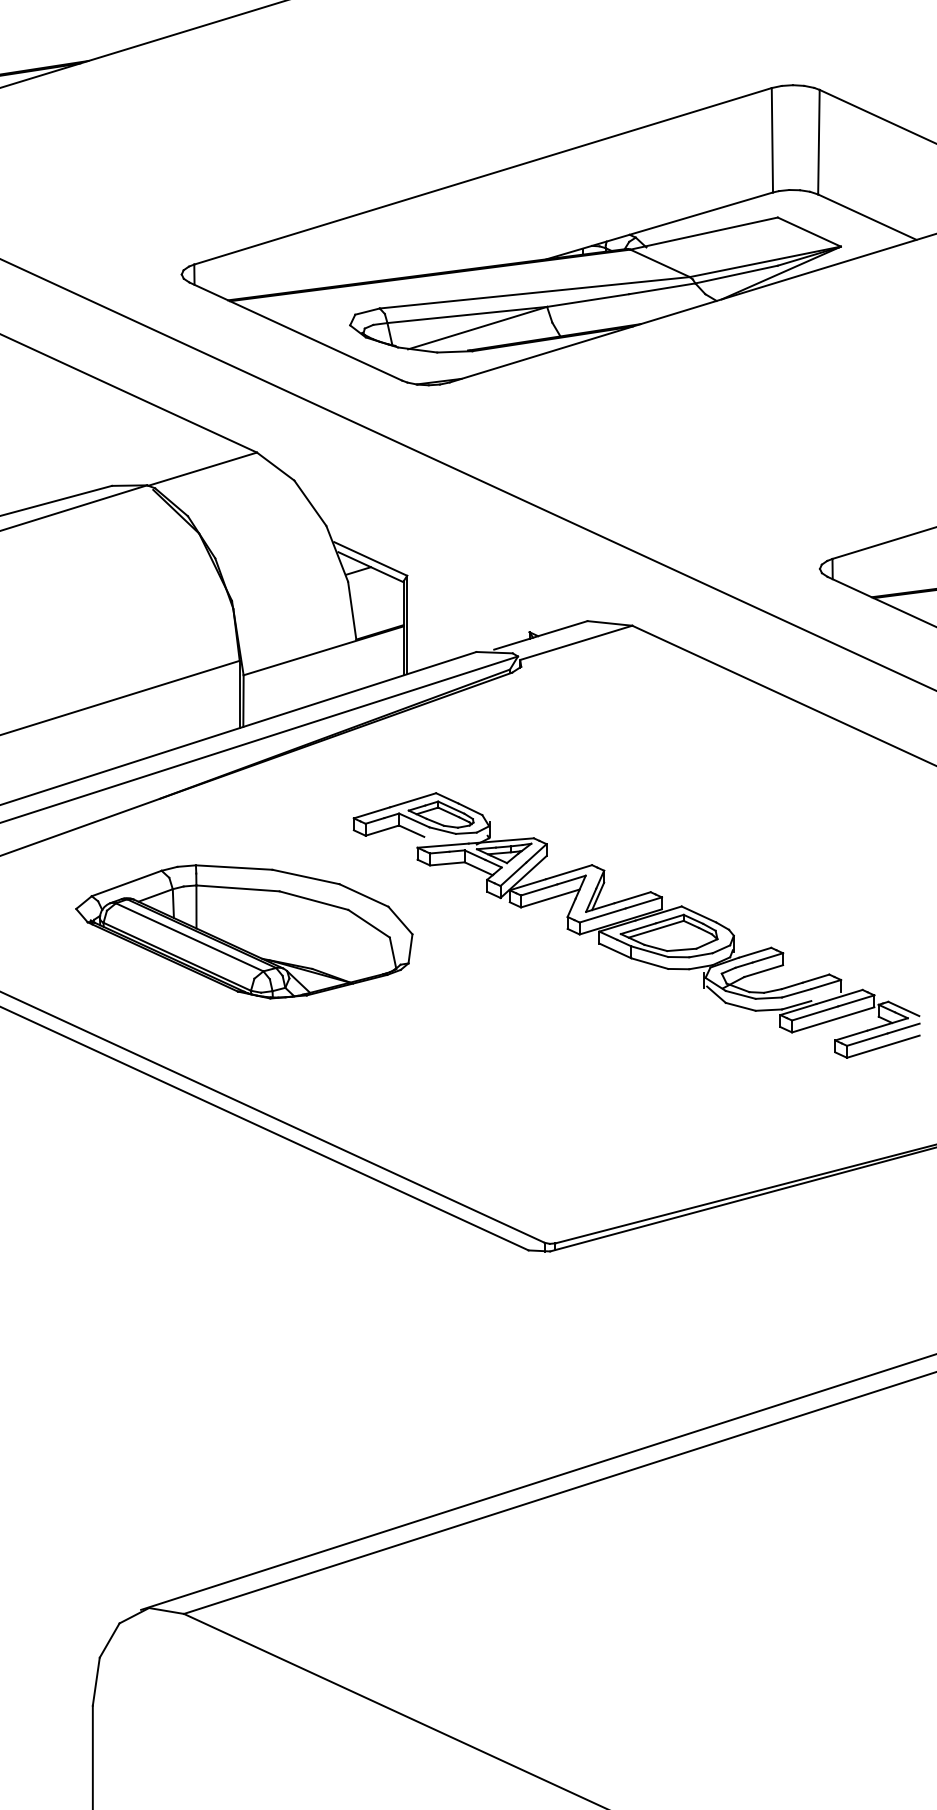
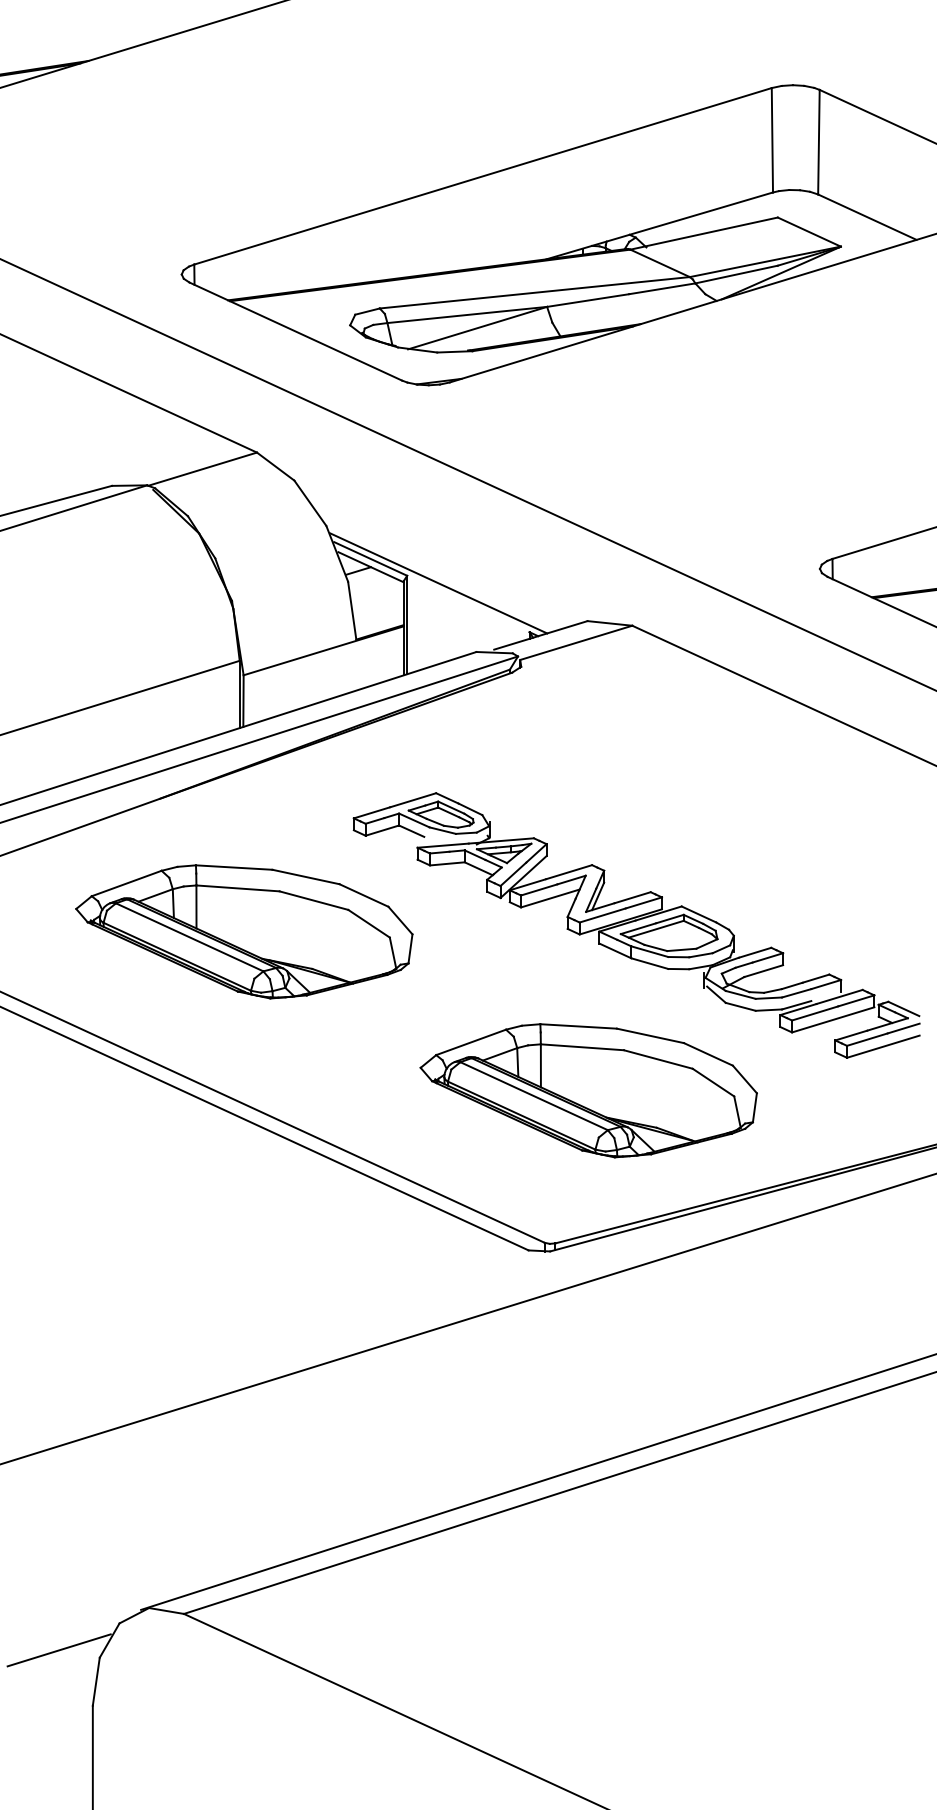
line at (438, 583): none -> present
part at (588, 1090): none -> present
line at (467, 1318): none -> present
line at (58, 1650): none -> present
